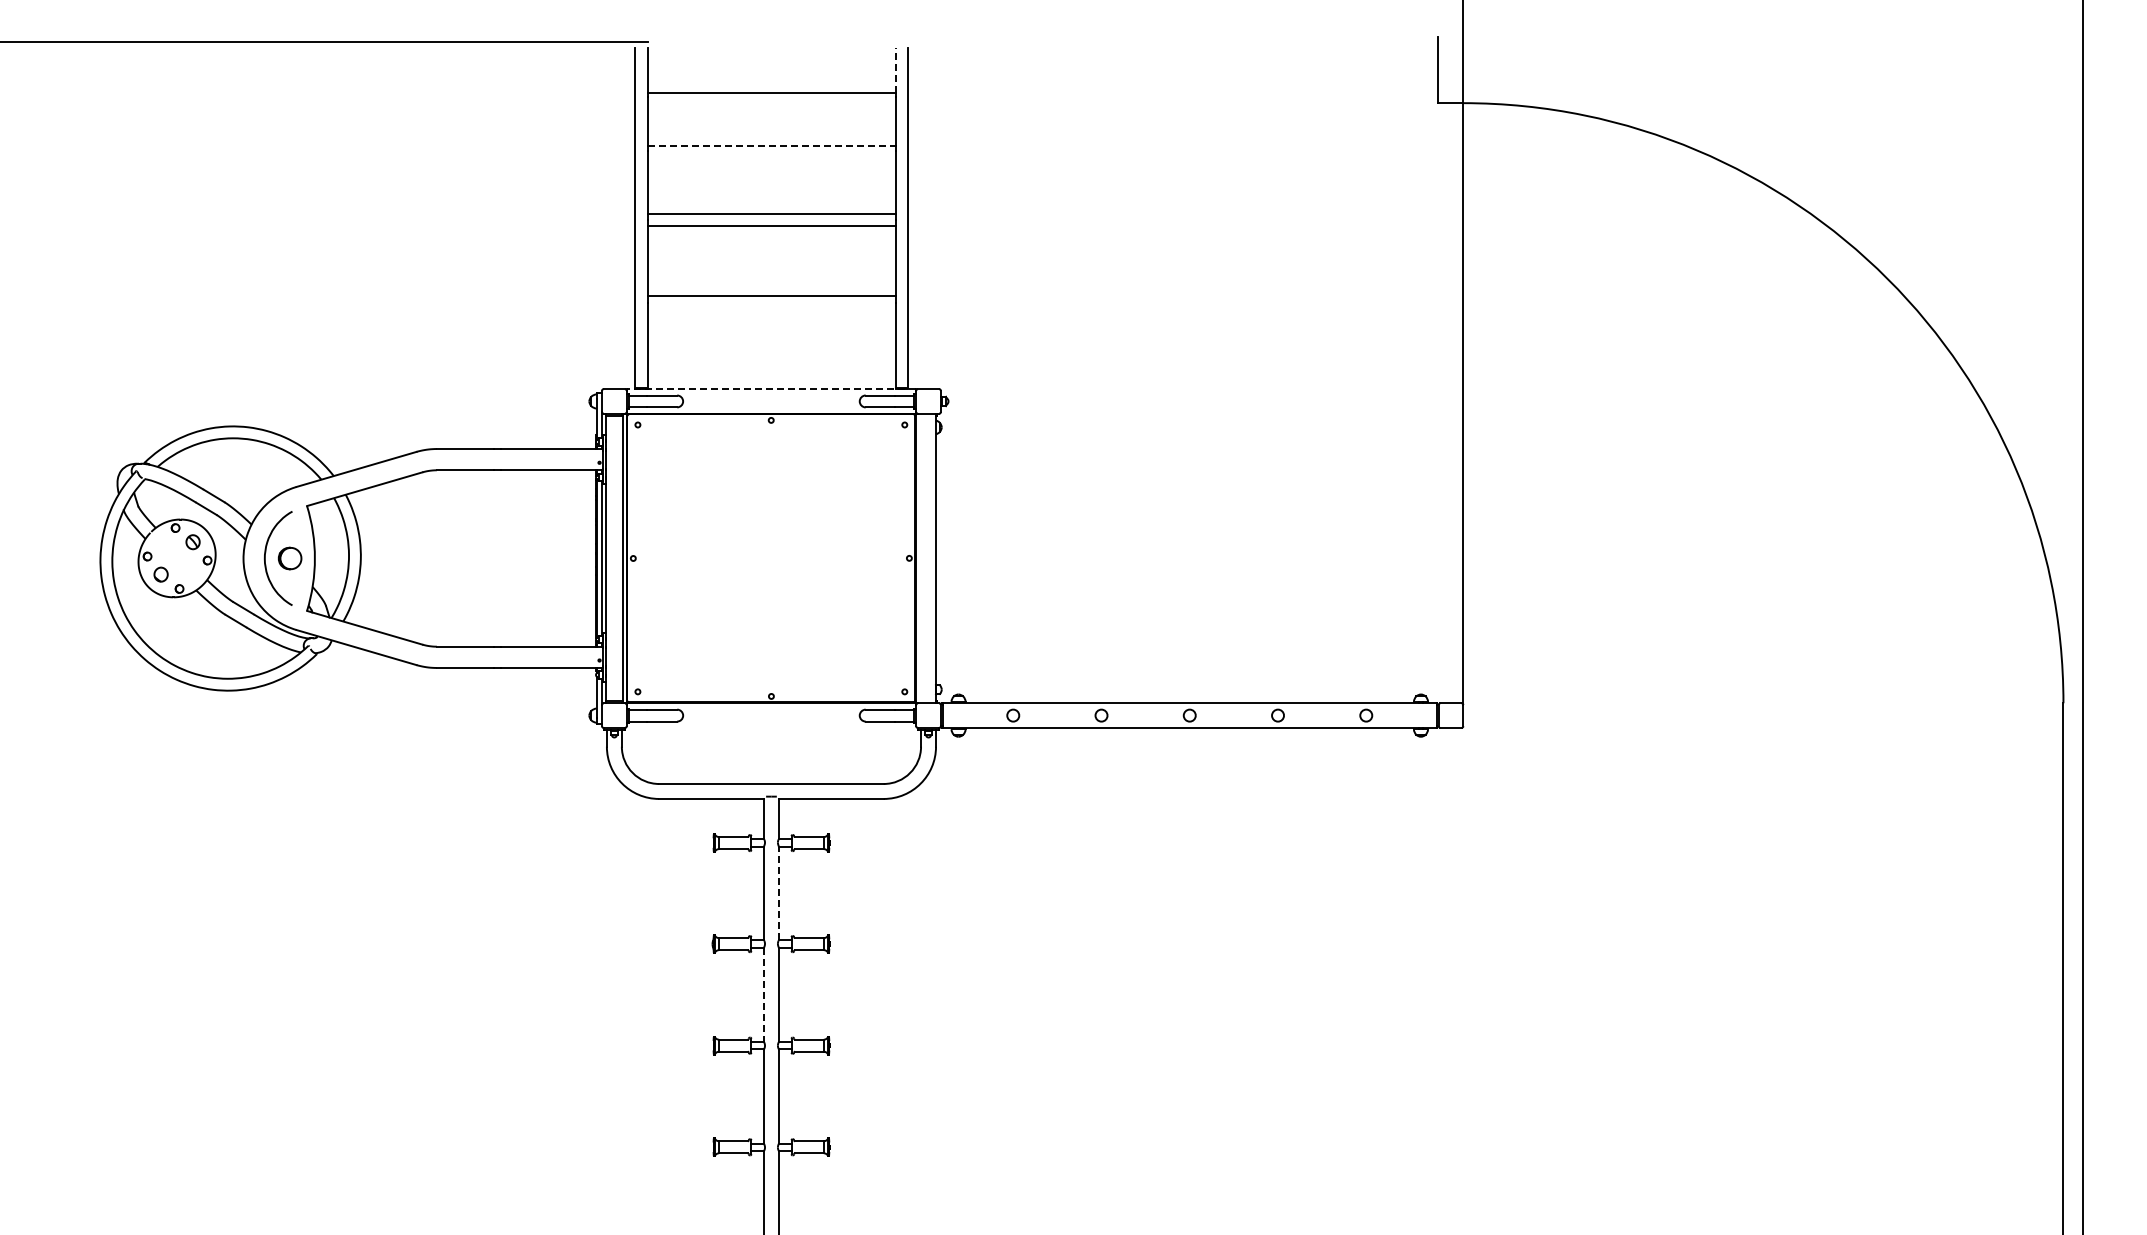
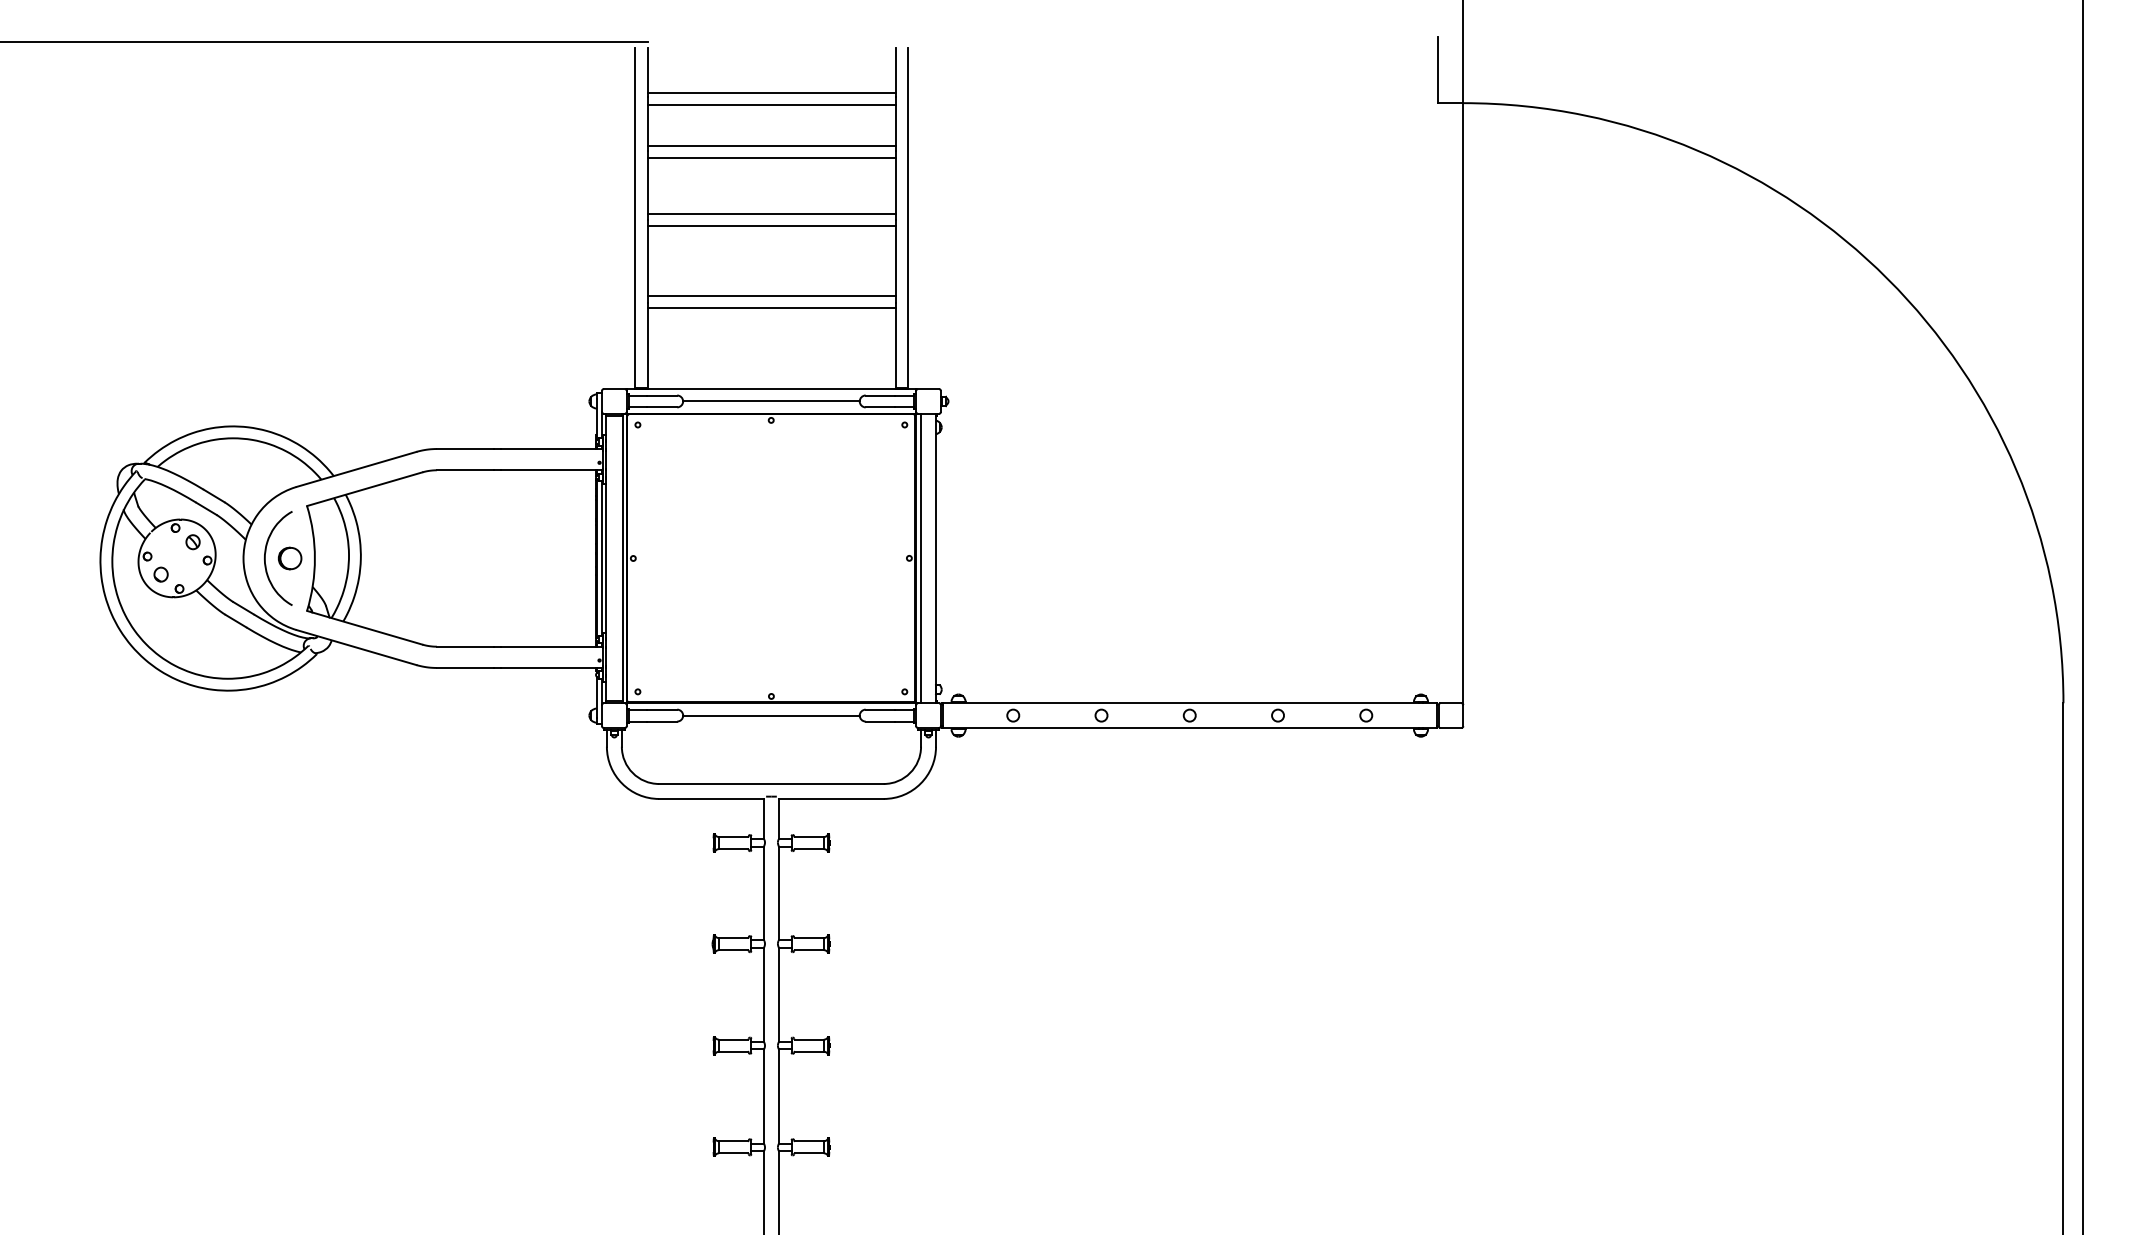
line at (895, 70): dashed -> solid
line at (771, 105): none -> present
line at (772, 146): dashed -> solid
line at (771, 158): none -> present
line at (771, 307): none -> present
line at (771, 389): dashed -> solid
line at (771, 401): none -> present
line at (921, 558): none -> present
line at (771, 715): none -> present
line at (778, 893): dashed -> solid
line at (763, 994): dashed -> solid
